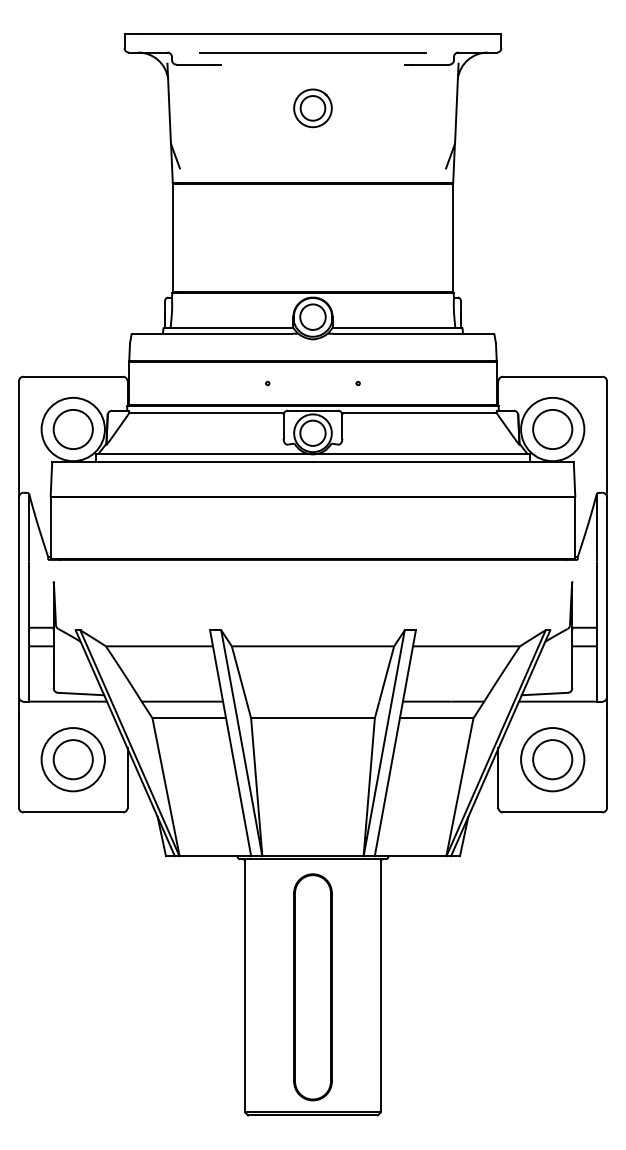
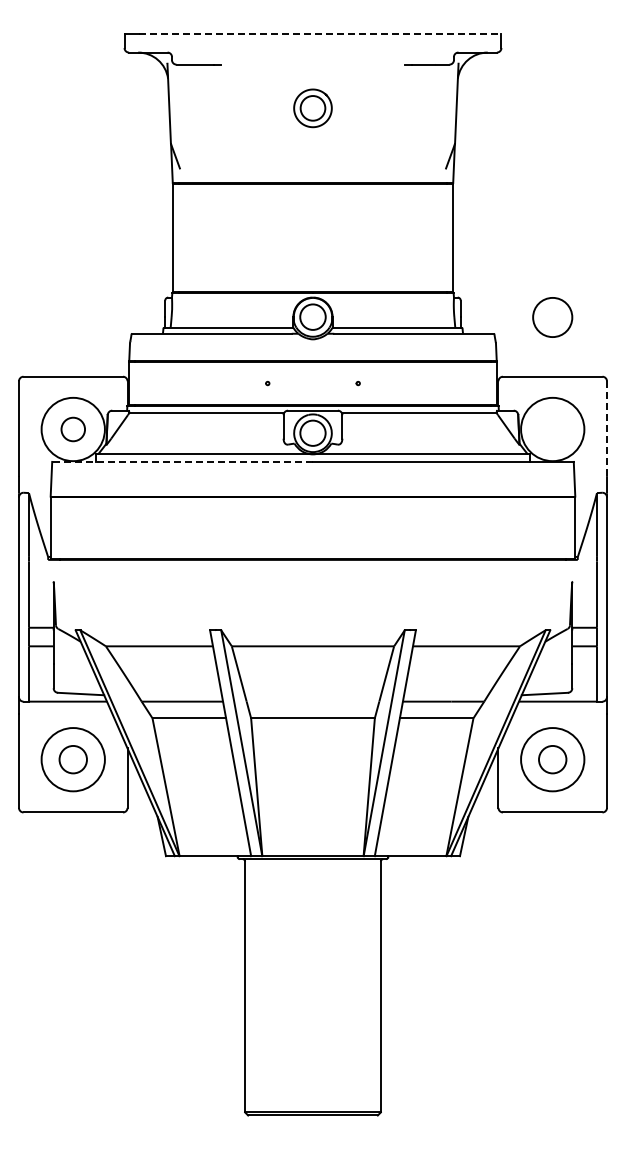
line at (320, 34): solid -> dashed
line at (312, 52): present -> none
circle at (72, 429) diameter: 39 px -> 24 px
circle at (552, 429) position: (552, 429) -> (552, 317)
line at (606, 429): solid -> dashed
line at (182, 461): solid -> dashed
circle at (72, 759) diameter: 39 px -> 27 px
circle at (552, 759) diameter: 39 px -> 27 px
part at (312, 987): present -> none
